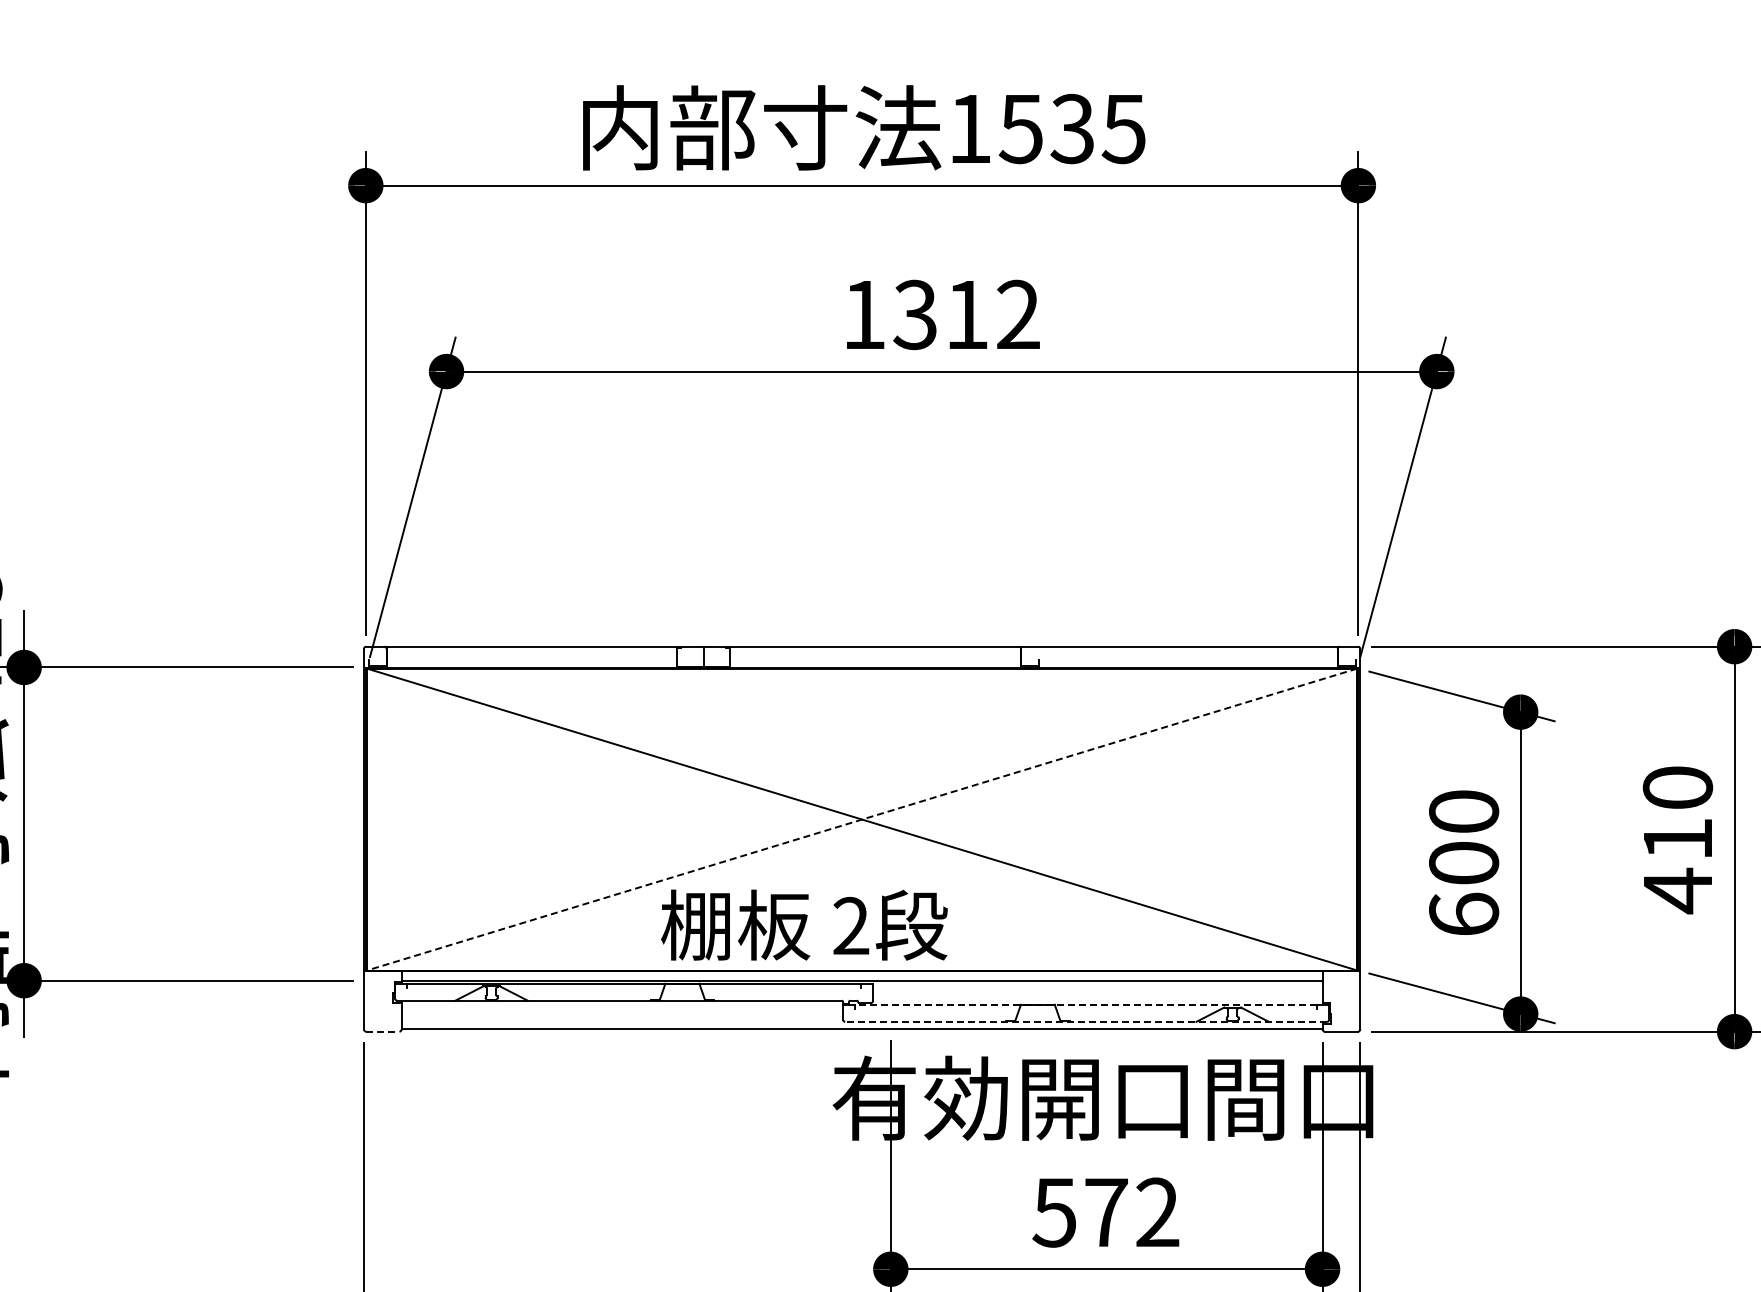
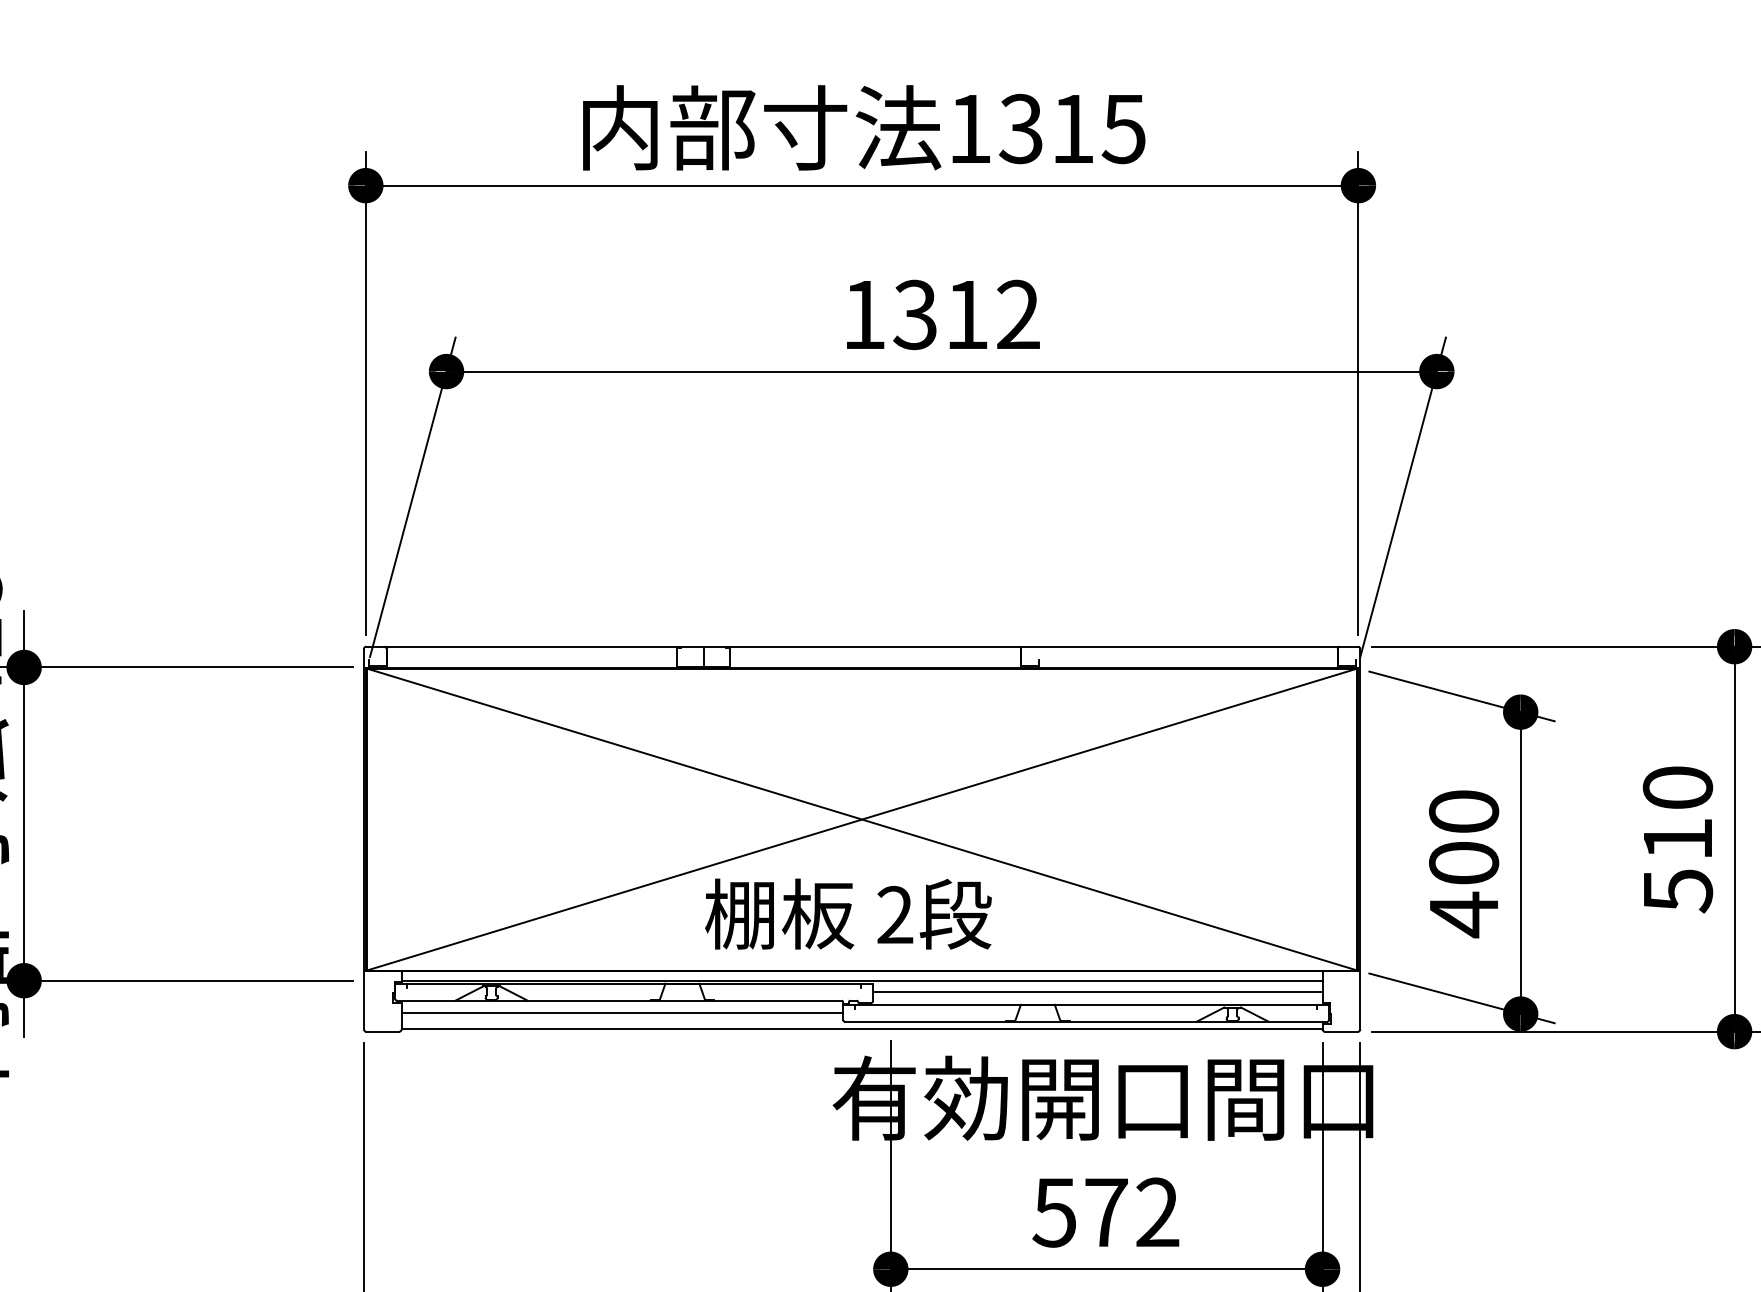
text at (1045, 128): 1535 -> 1315
line at (862, 819): dashed -> solid
text at (1678, 890): 410 -> 510
text at (1464, 914): 600 -> 400
text at (804, 924) position: (804, 924) -> (848, 913)
line at (1097, 992): none -> present
line at (1085, 1005): dashed -> solid
line at (622, 1013): none -> present
line at (1086, 1021): dashed -> solid
line at (382, 1031): dashed -> solid
